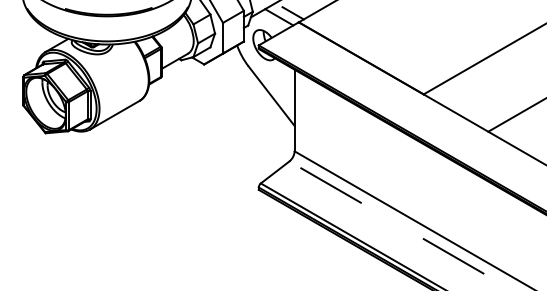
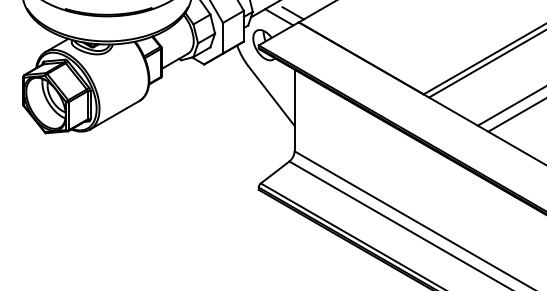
line at (486, 64): none -> present
line at (510, 106): none -> present
line at (401, 225): dashed -> solid
